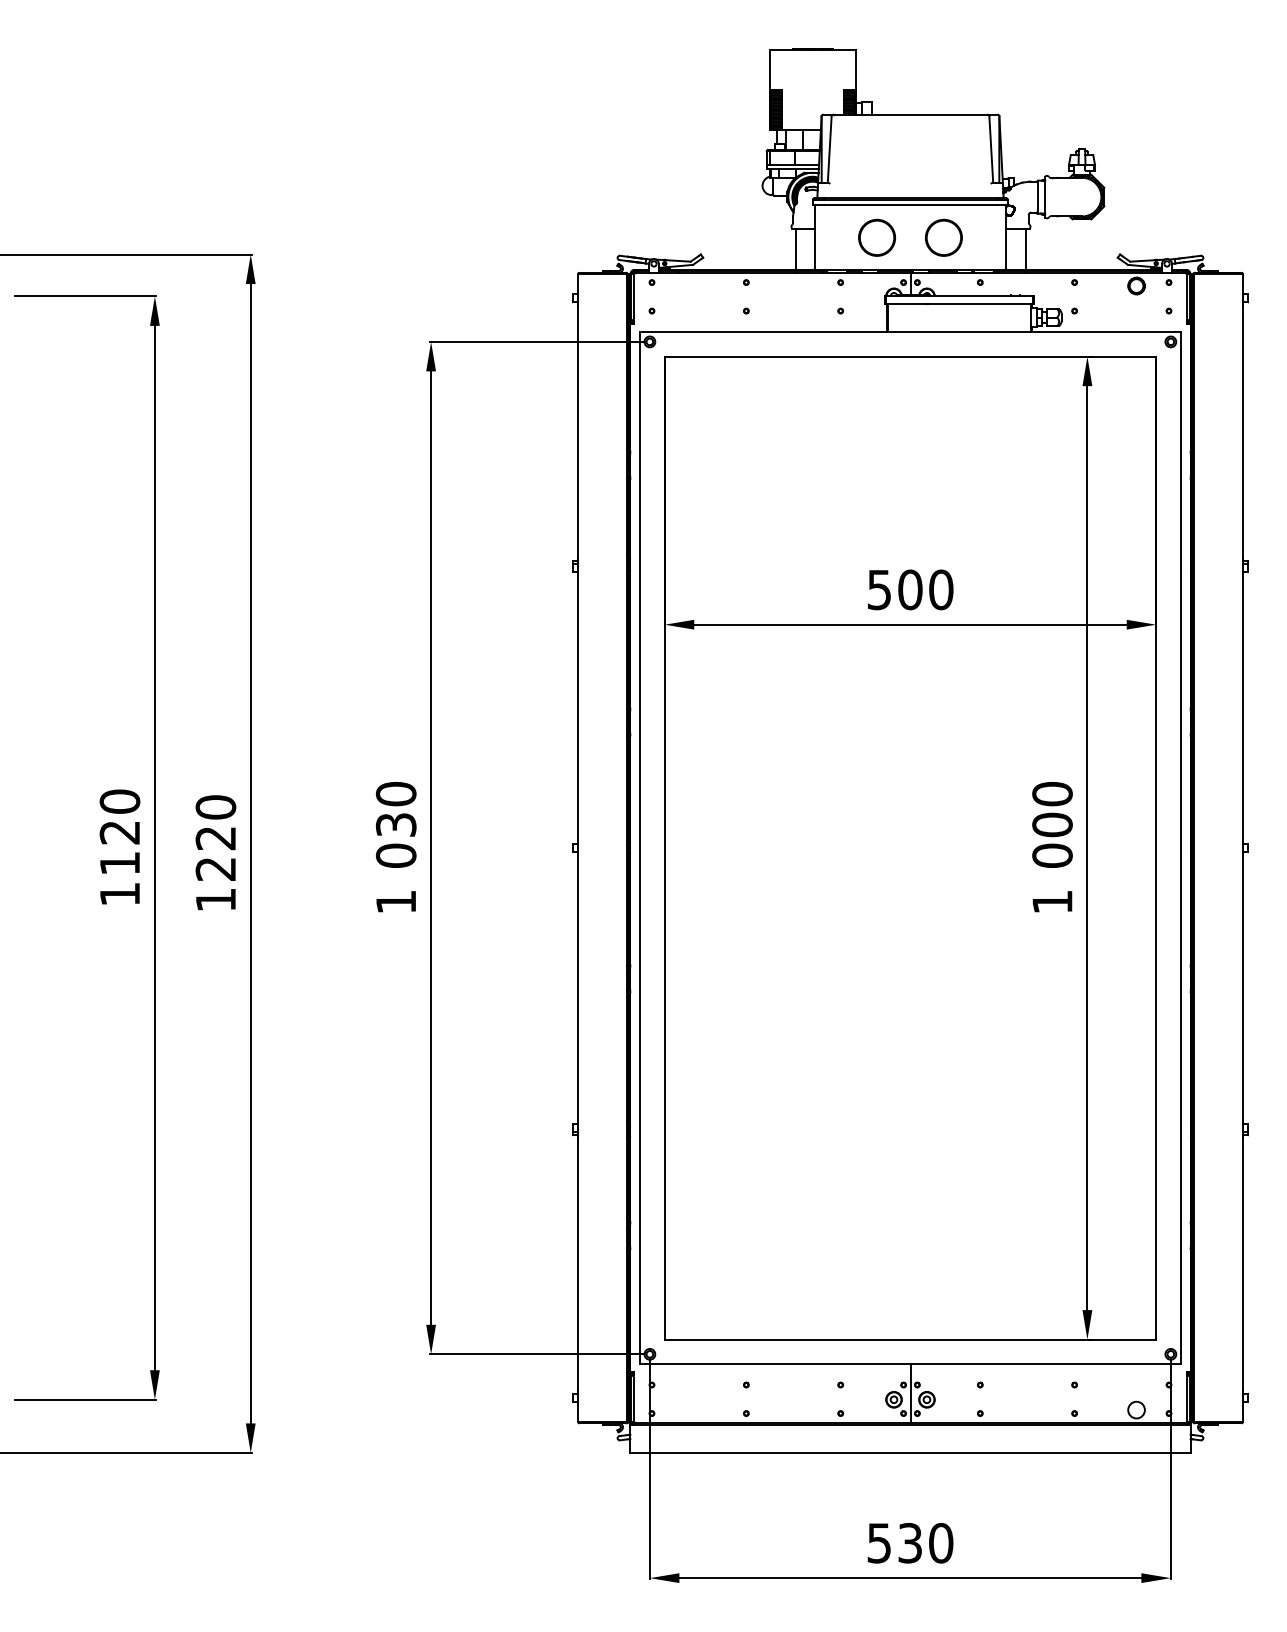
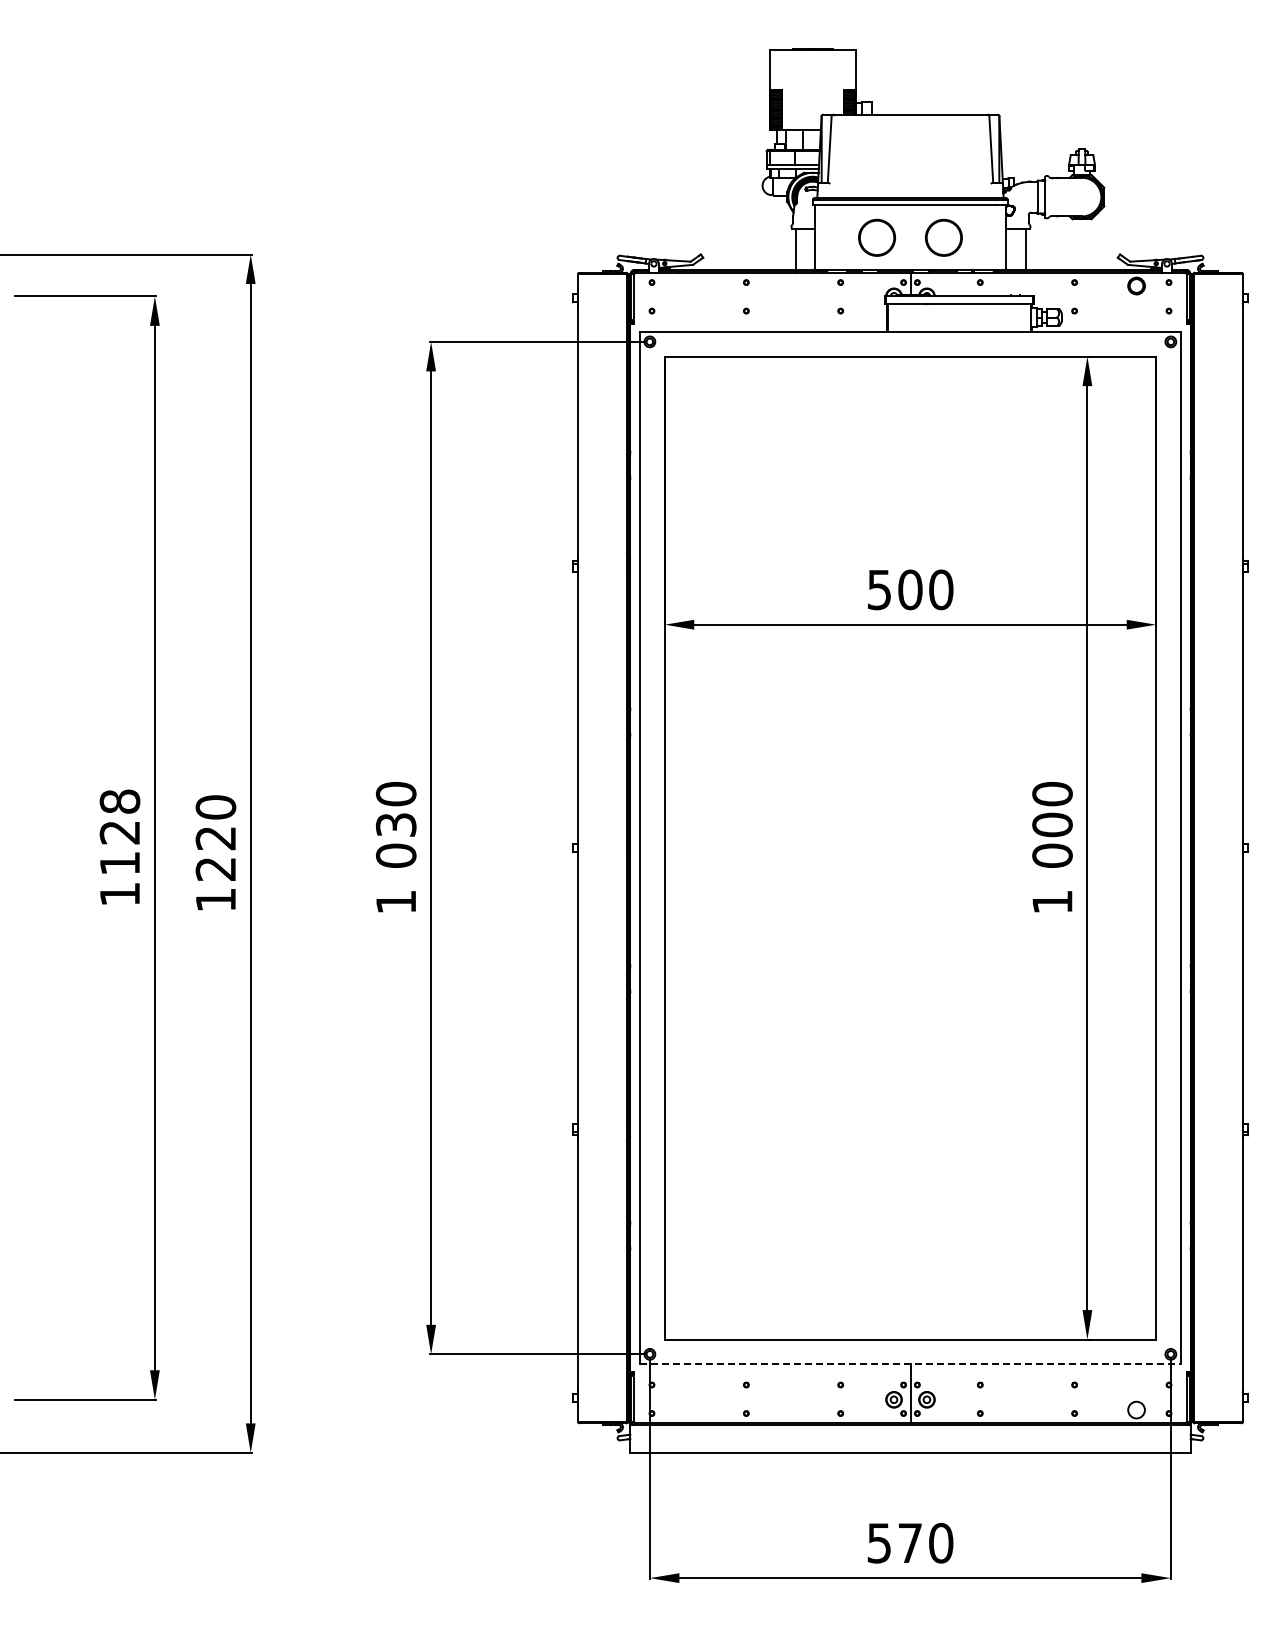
text at (119, 801): 1120 -> 1128
line at (910, 1364): solid -> dashed
text at (909, 1543): 530 -> 570
